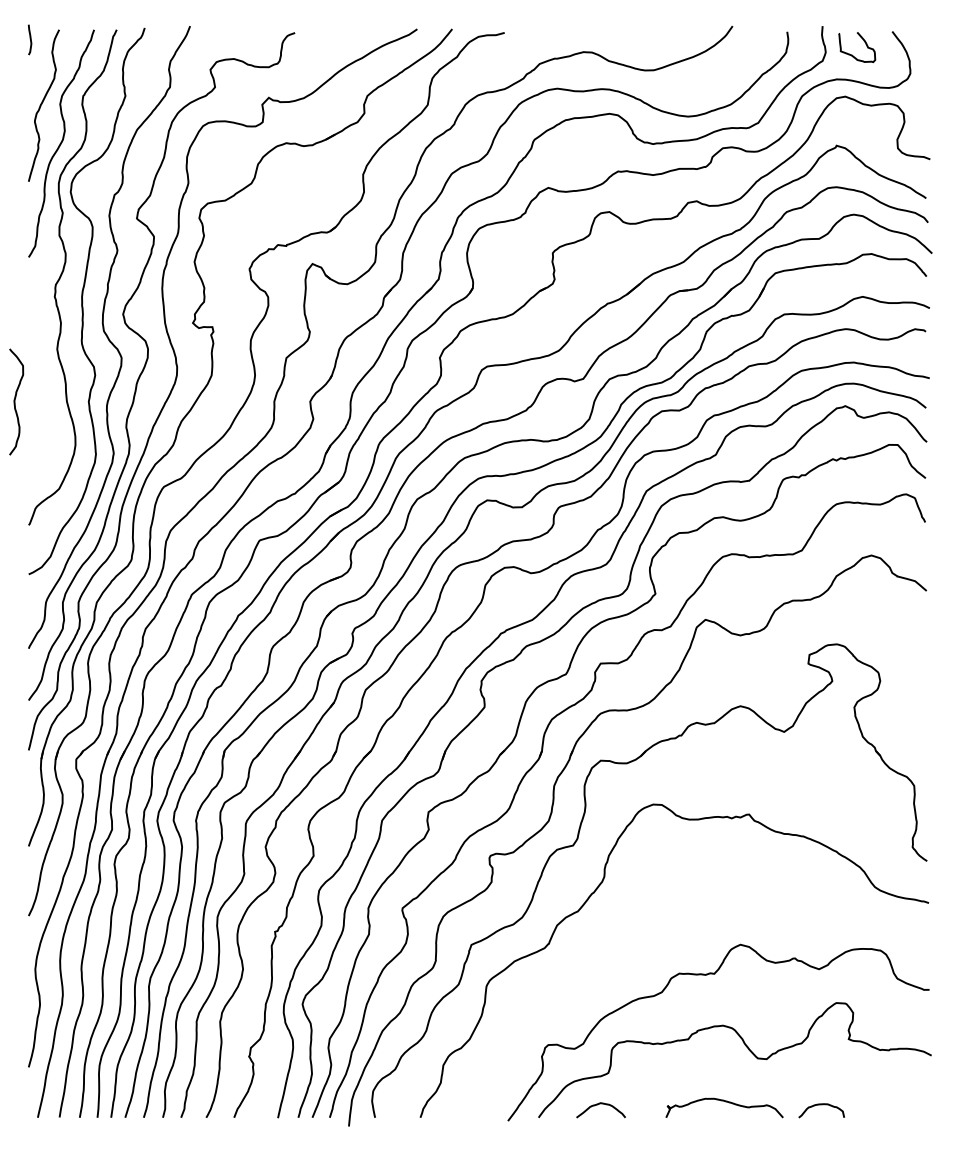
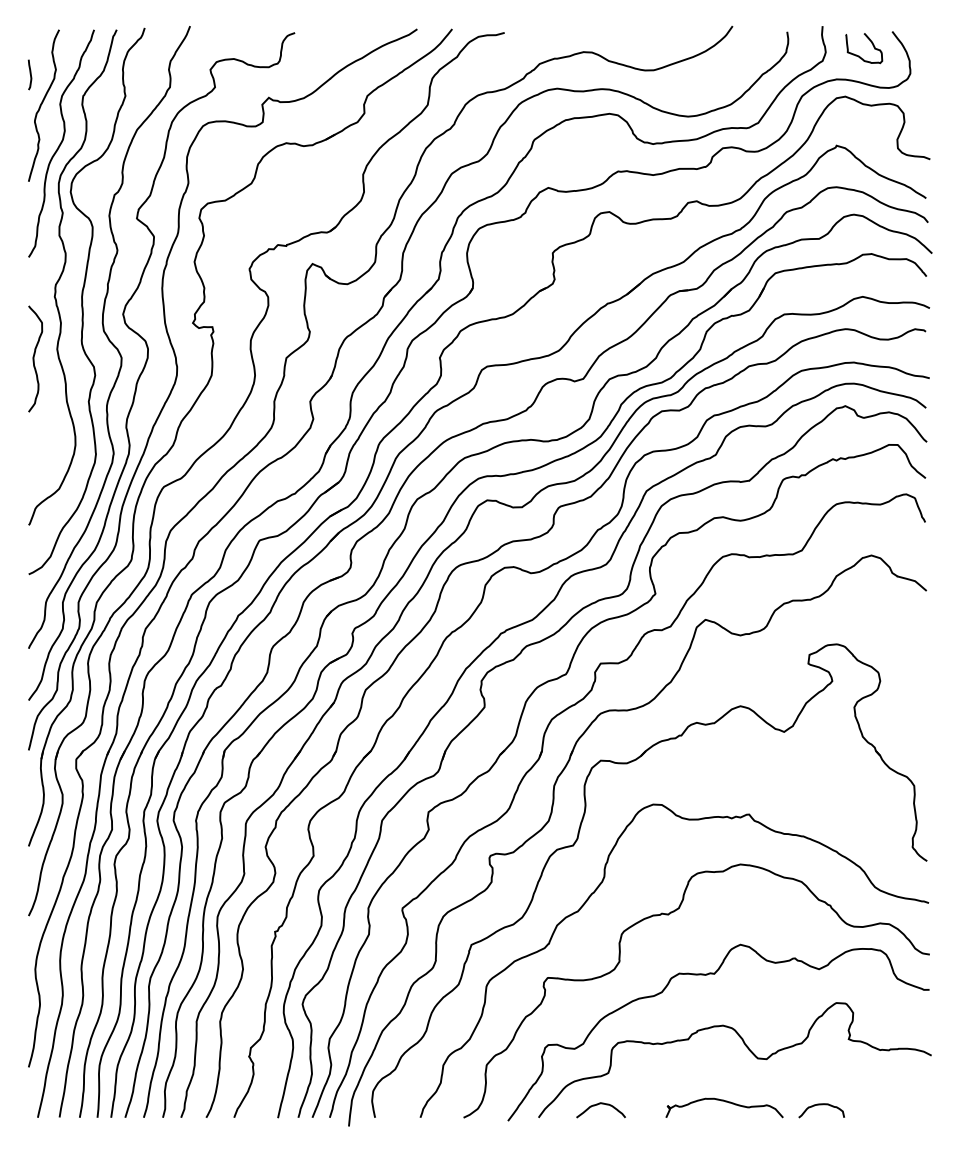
curve at (29, 39) position: (29, 39) -> (29, 74)
curve at (863, 41) position: (863, 41) -> (870, 42)
curve at (15, 401) position: (15, 401) -> (34, 358)
curve at (668, 915): none -> present
